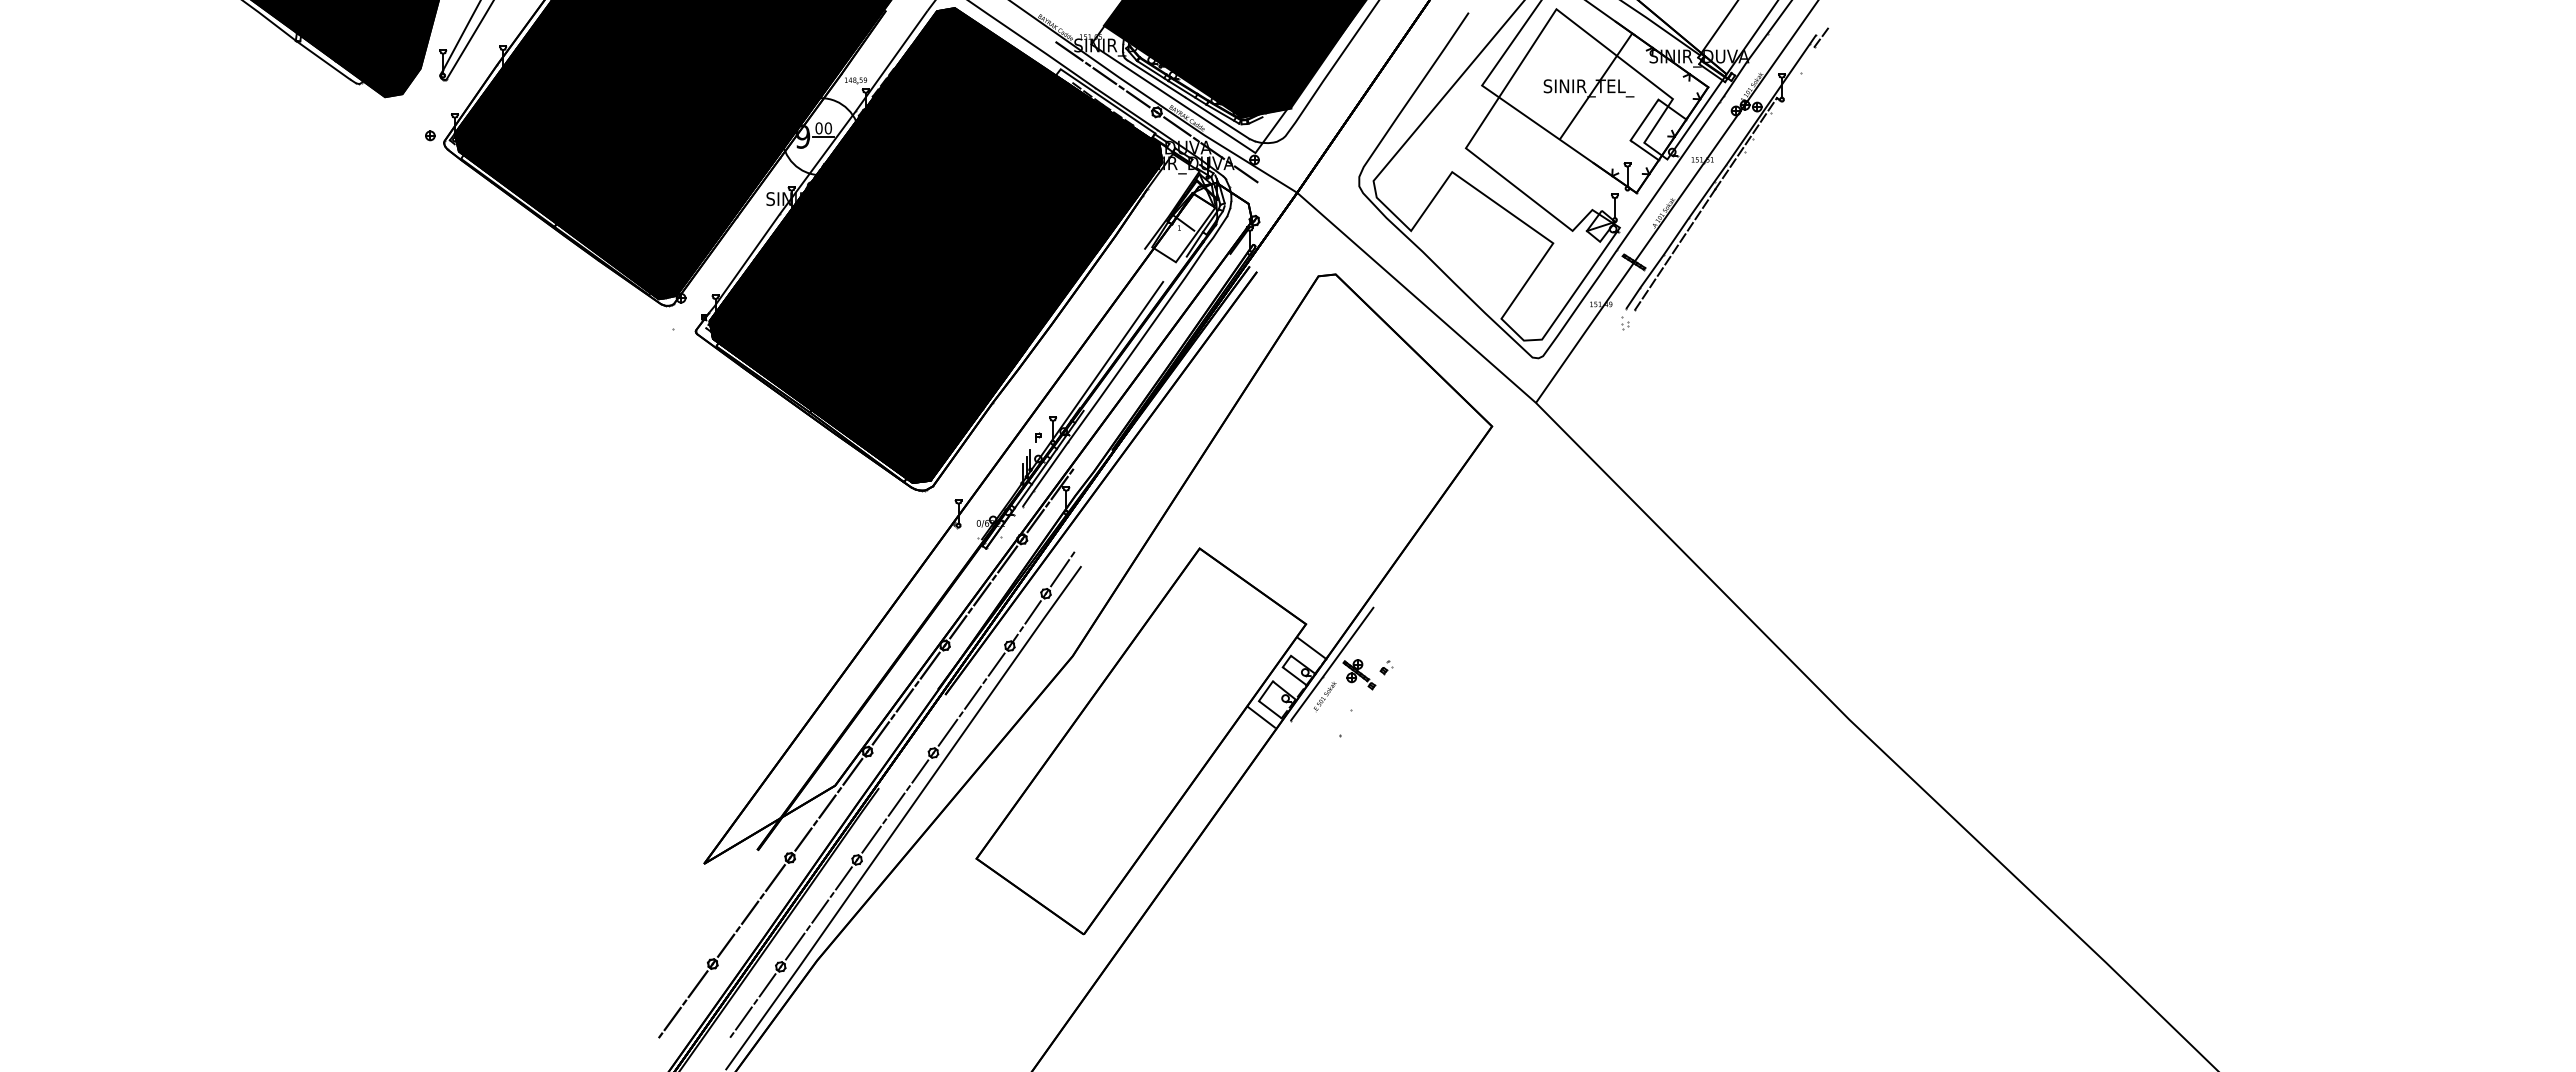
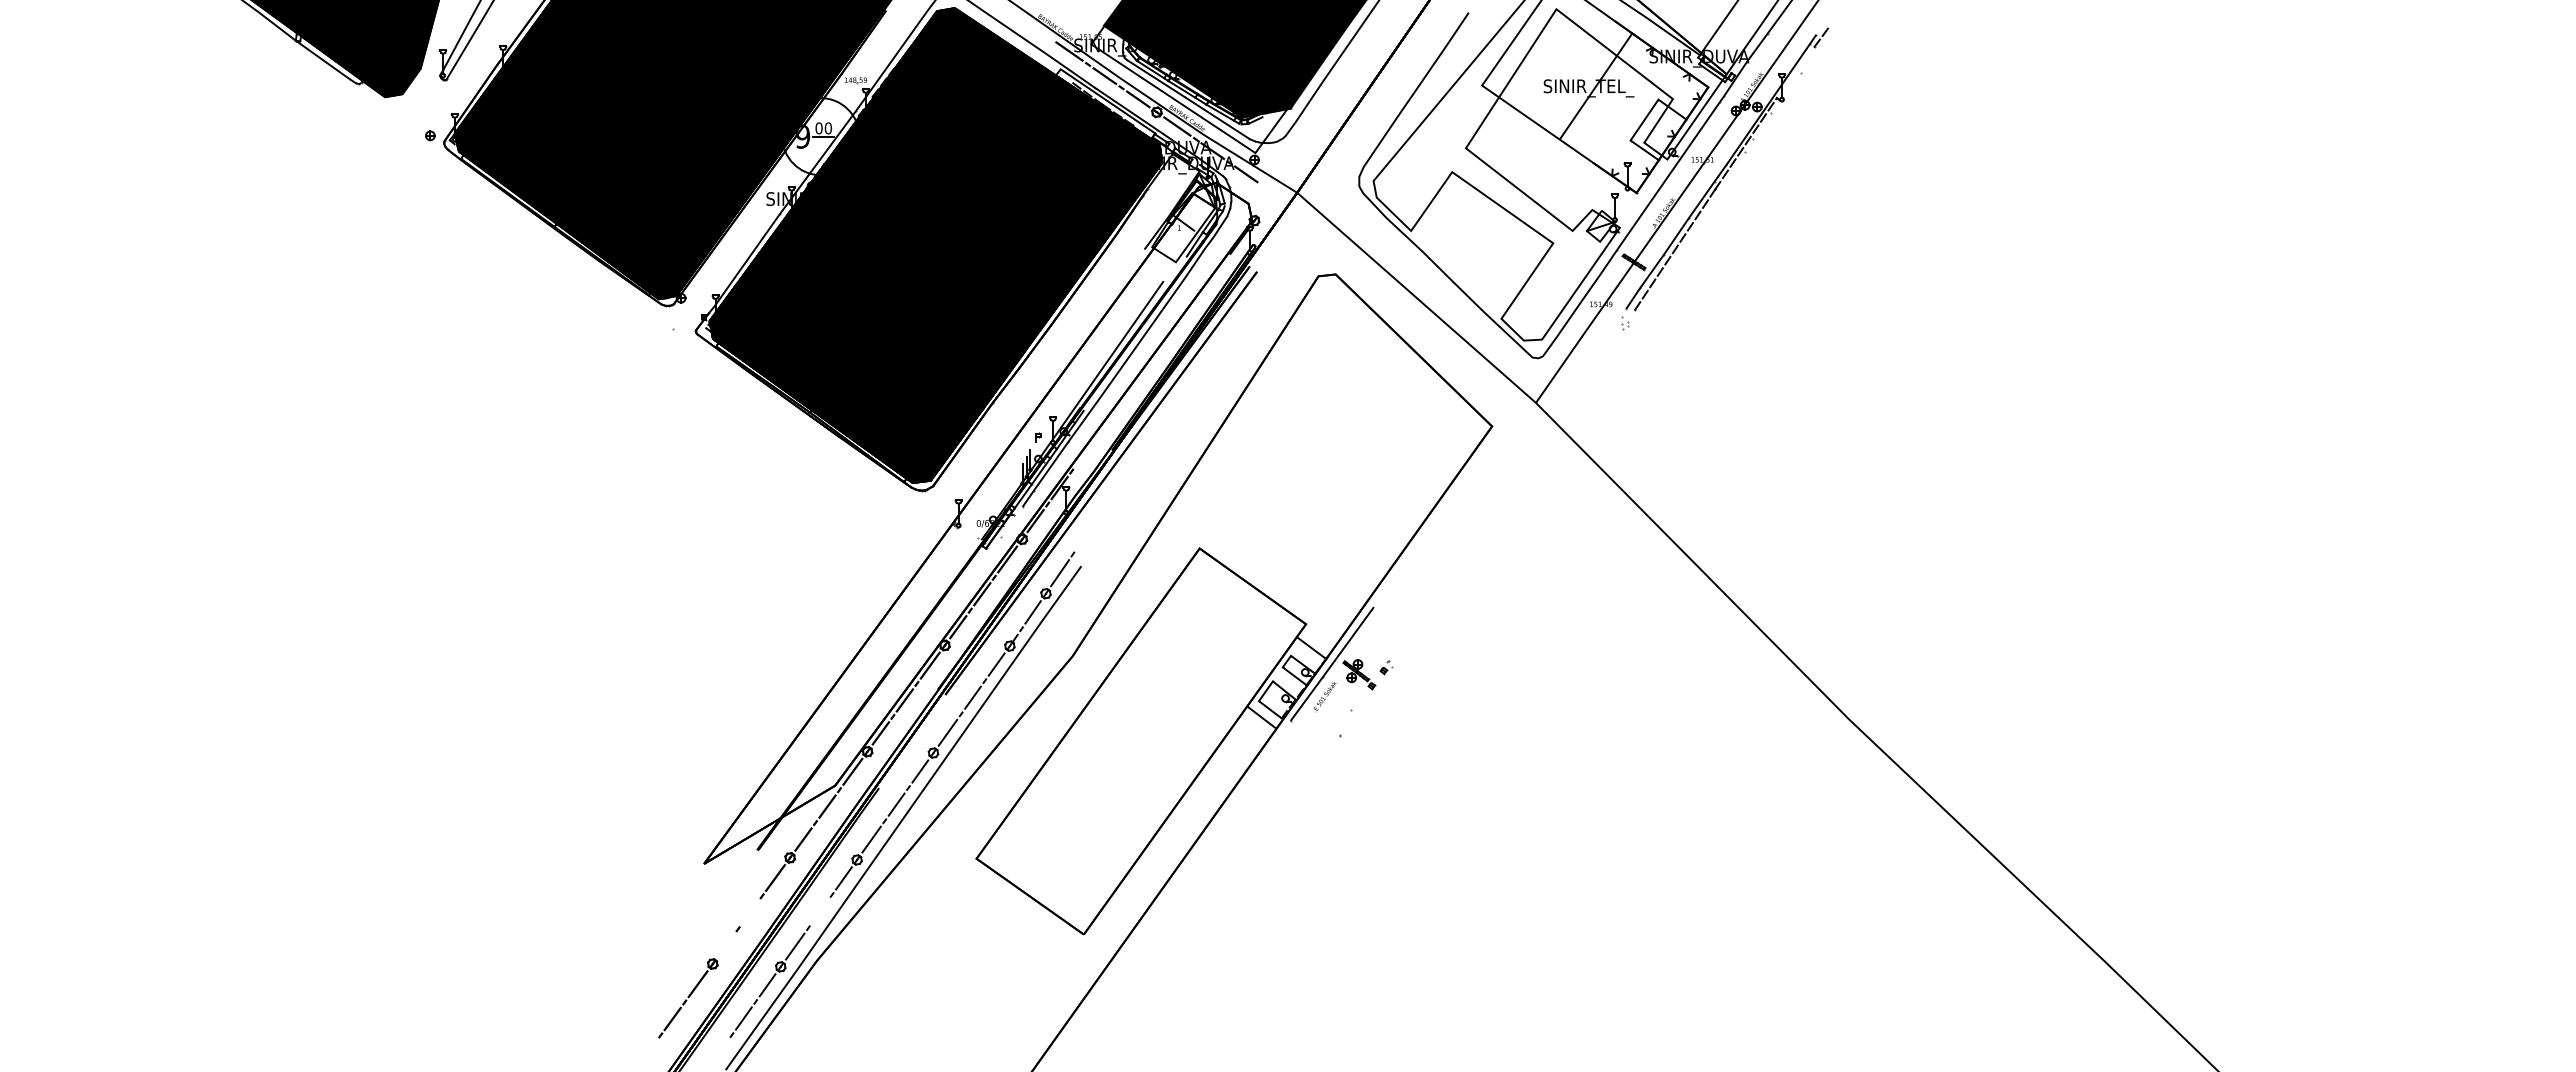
line at (820, 911): present -> none
line at (750, 912): present -> none
line at (726, 945): present -> none
